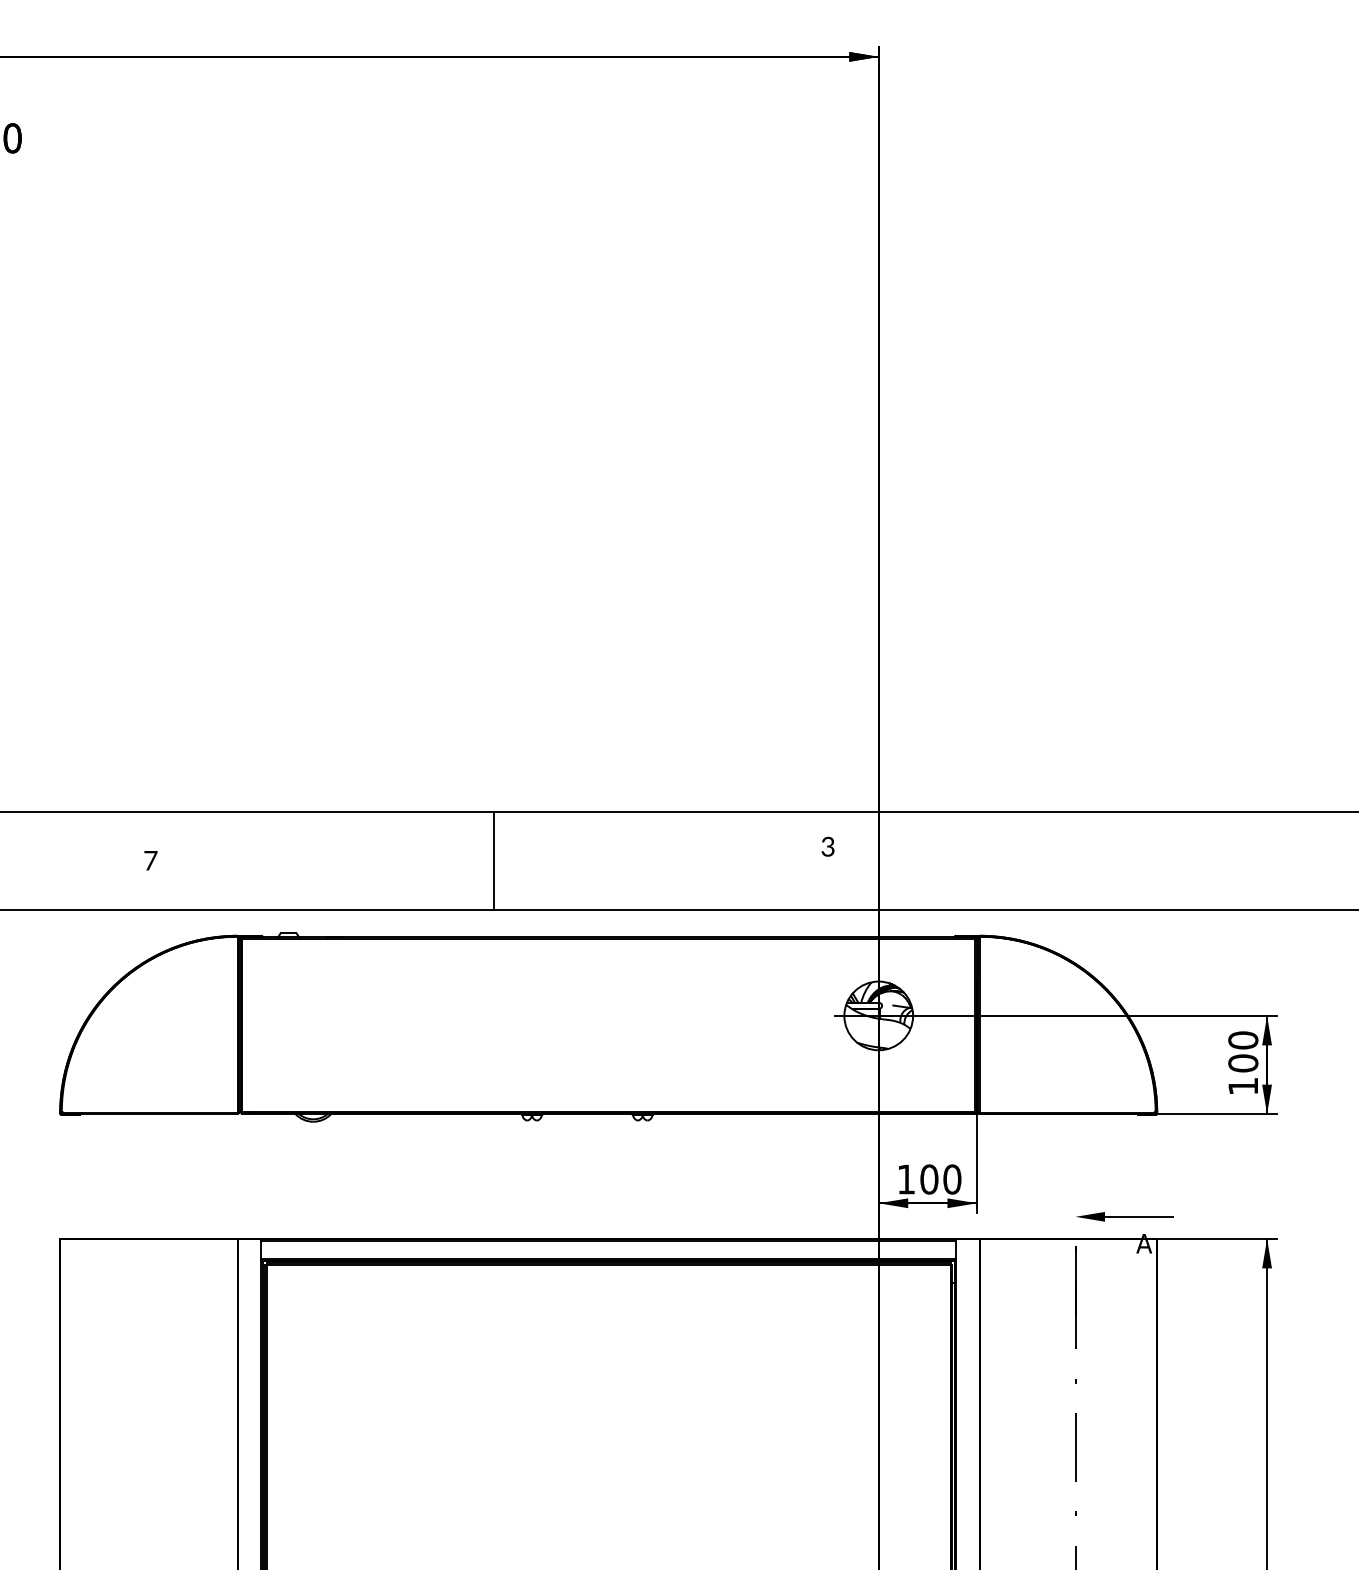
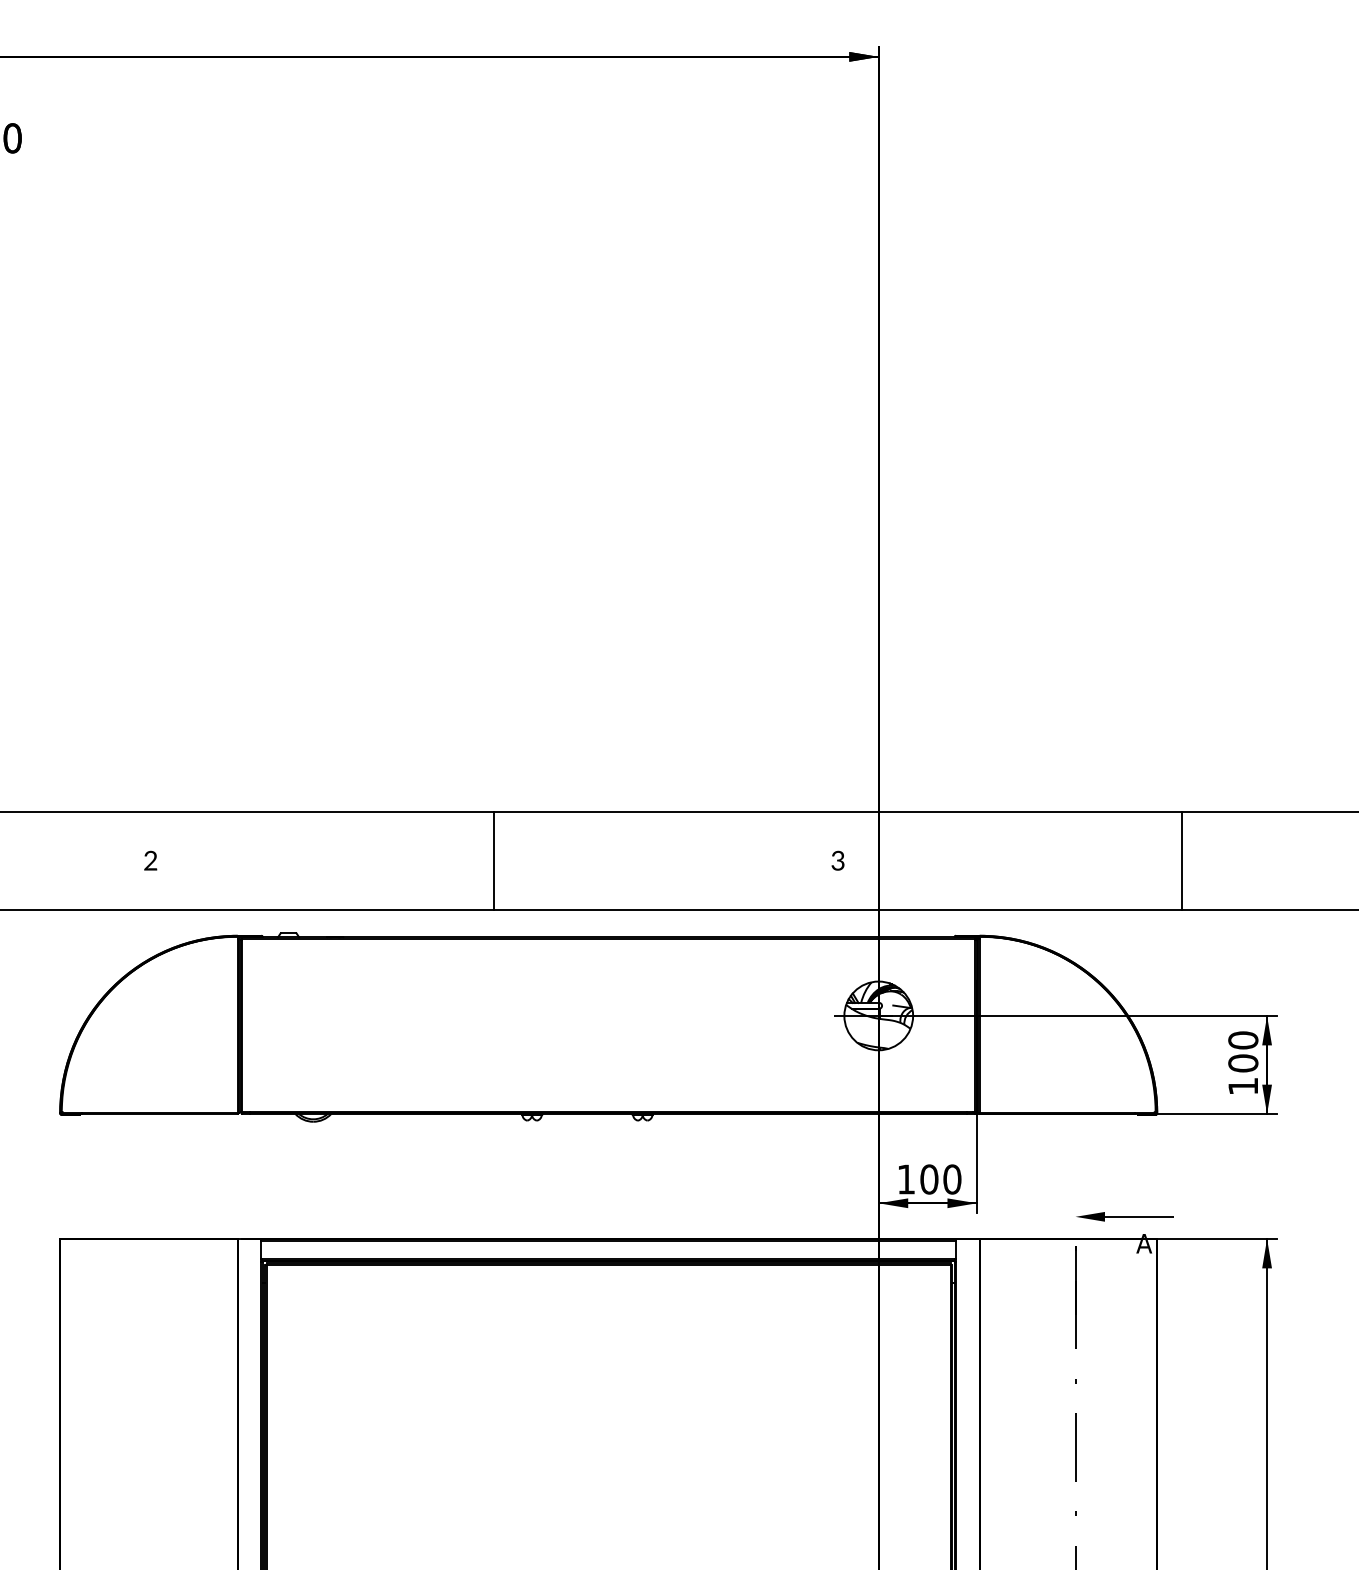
text at (827, 846) position: (827, 846) -> (837, 860)
text at (150, 860): 7 -> 2
line at (1181, 860): none -> present
